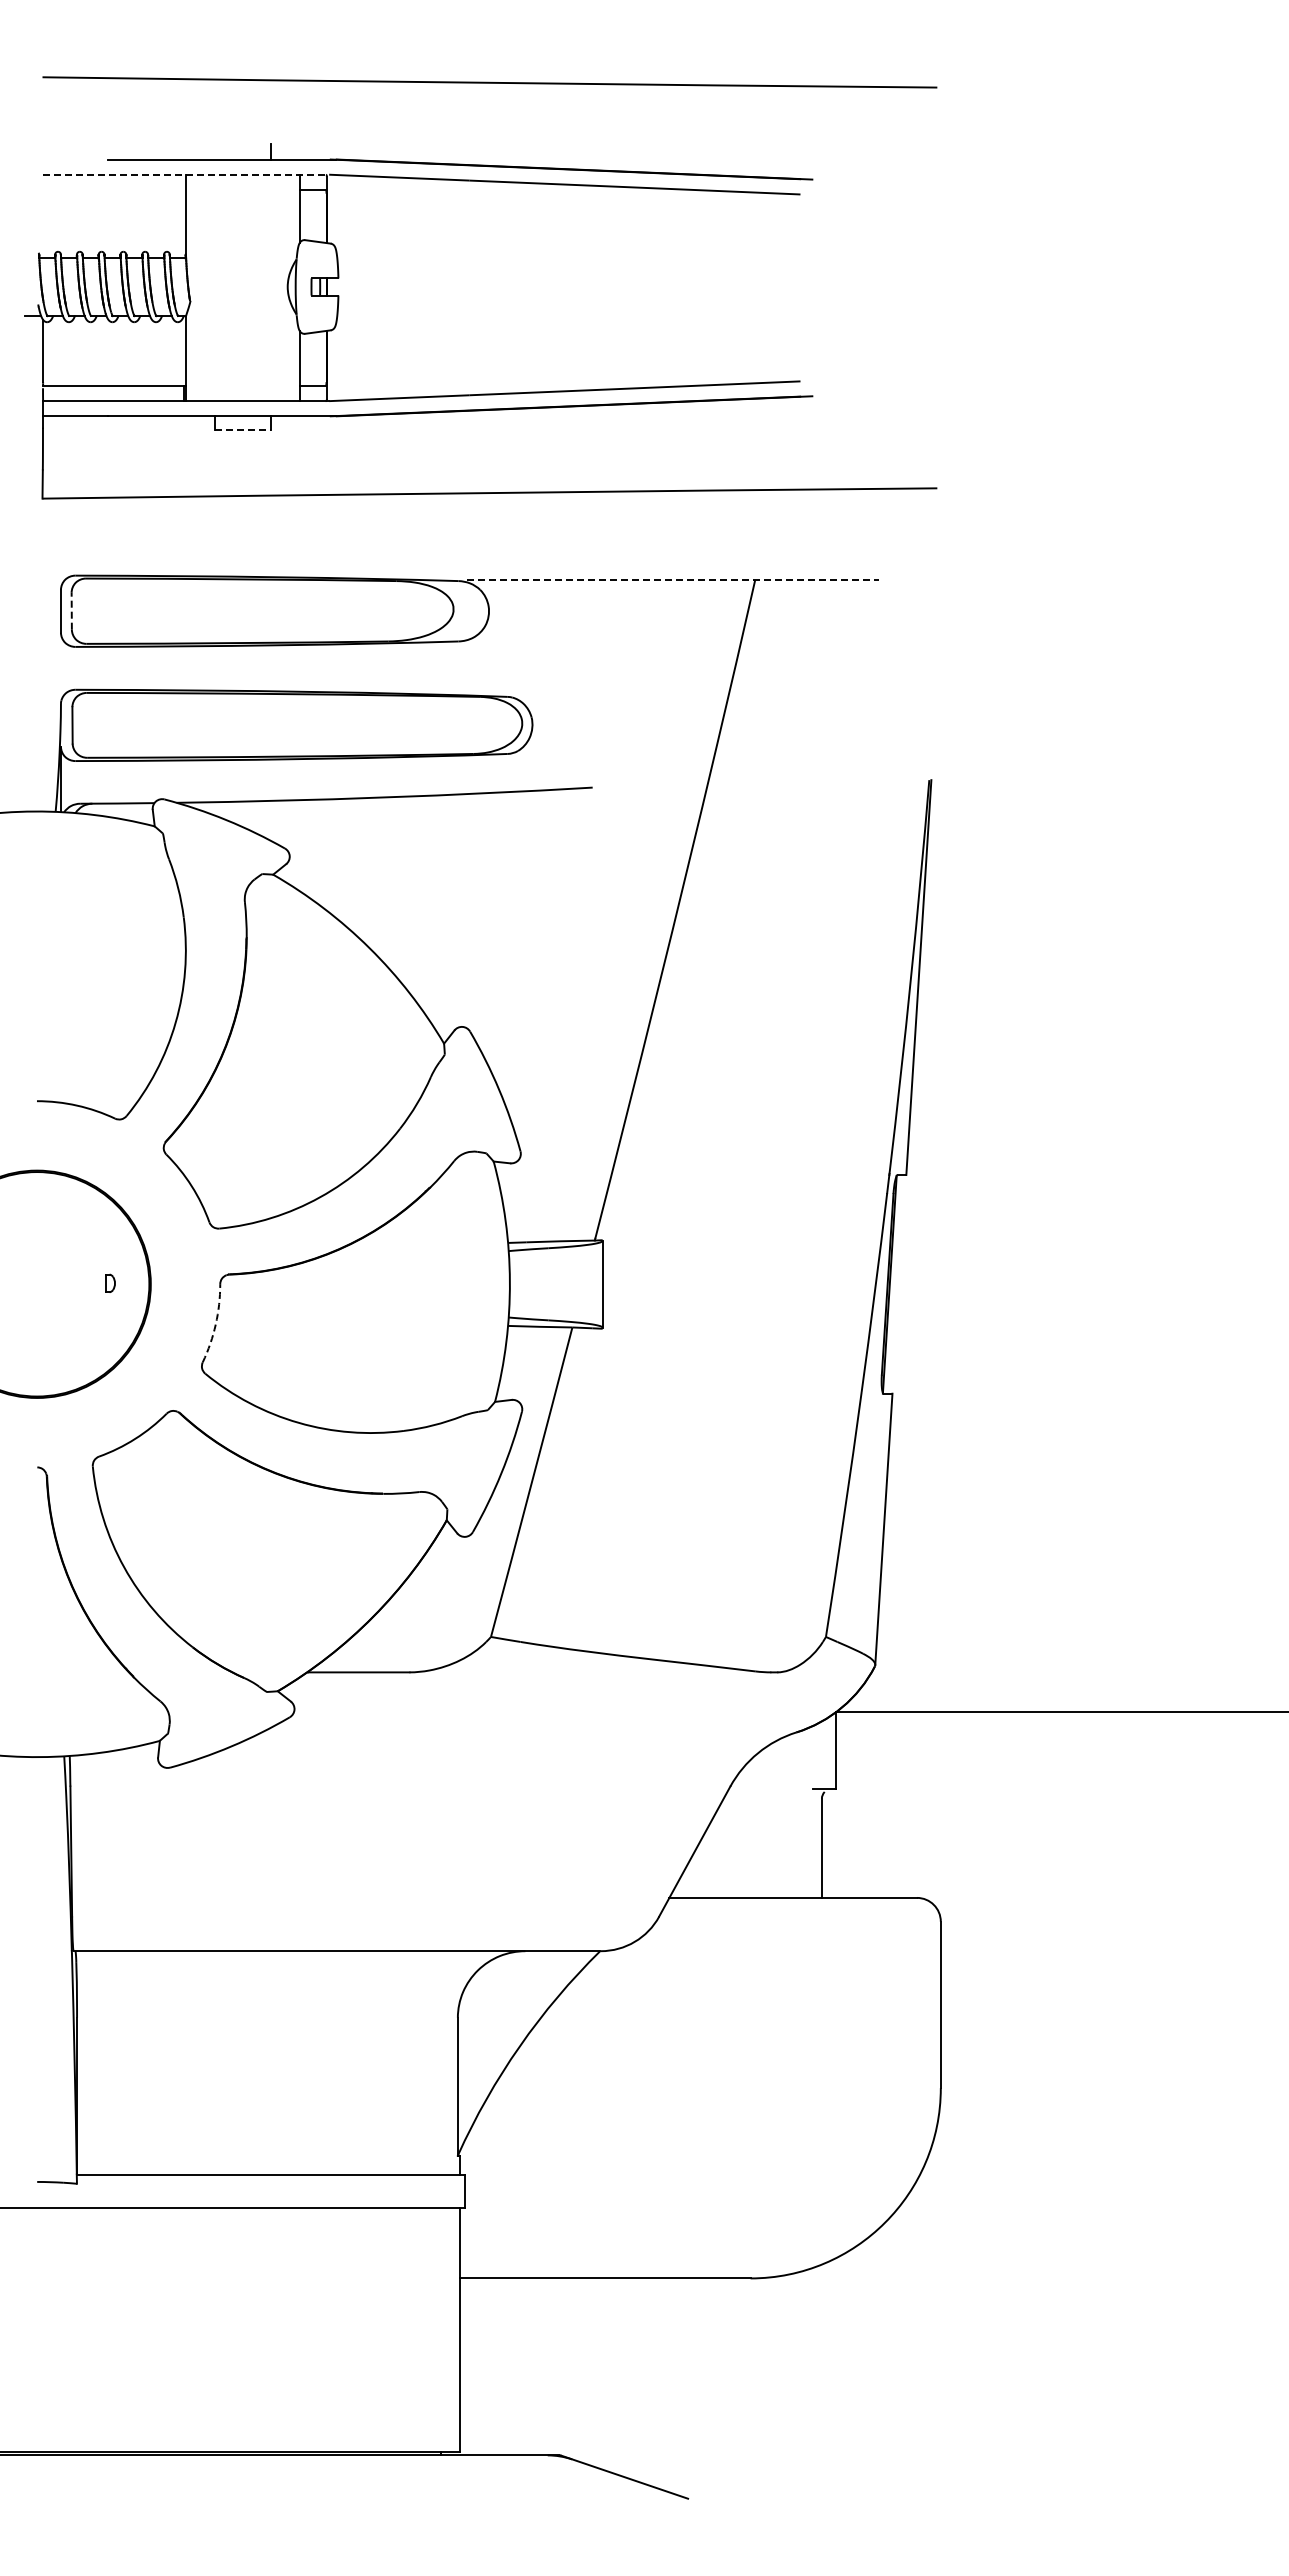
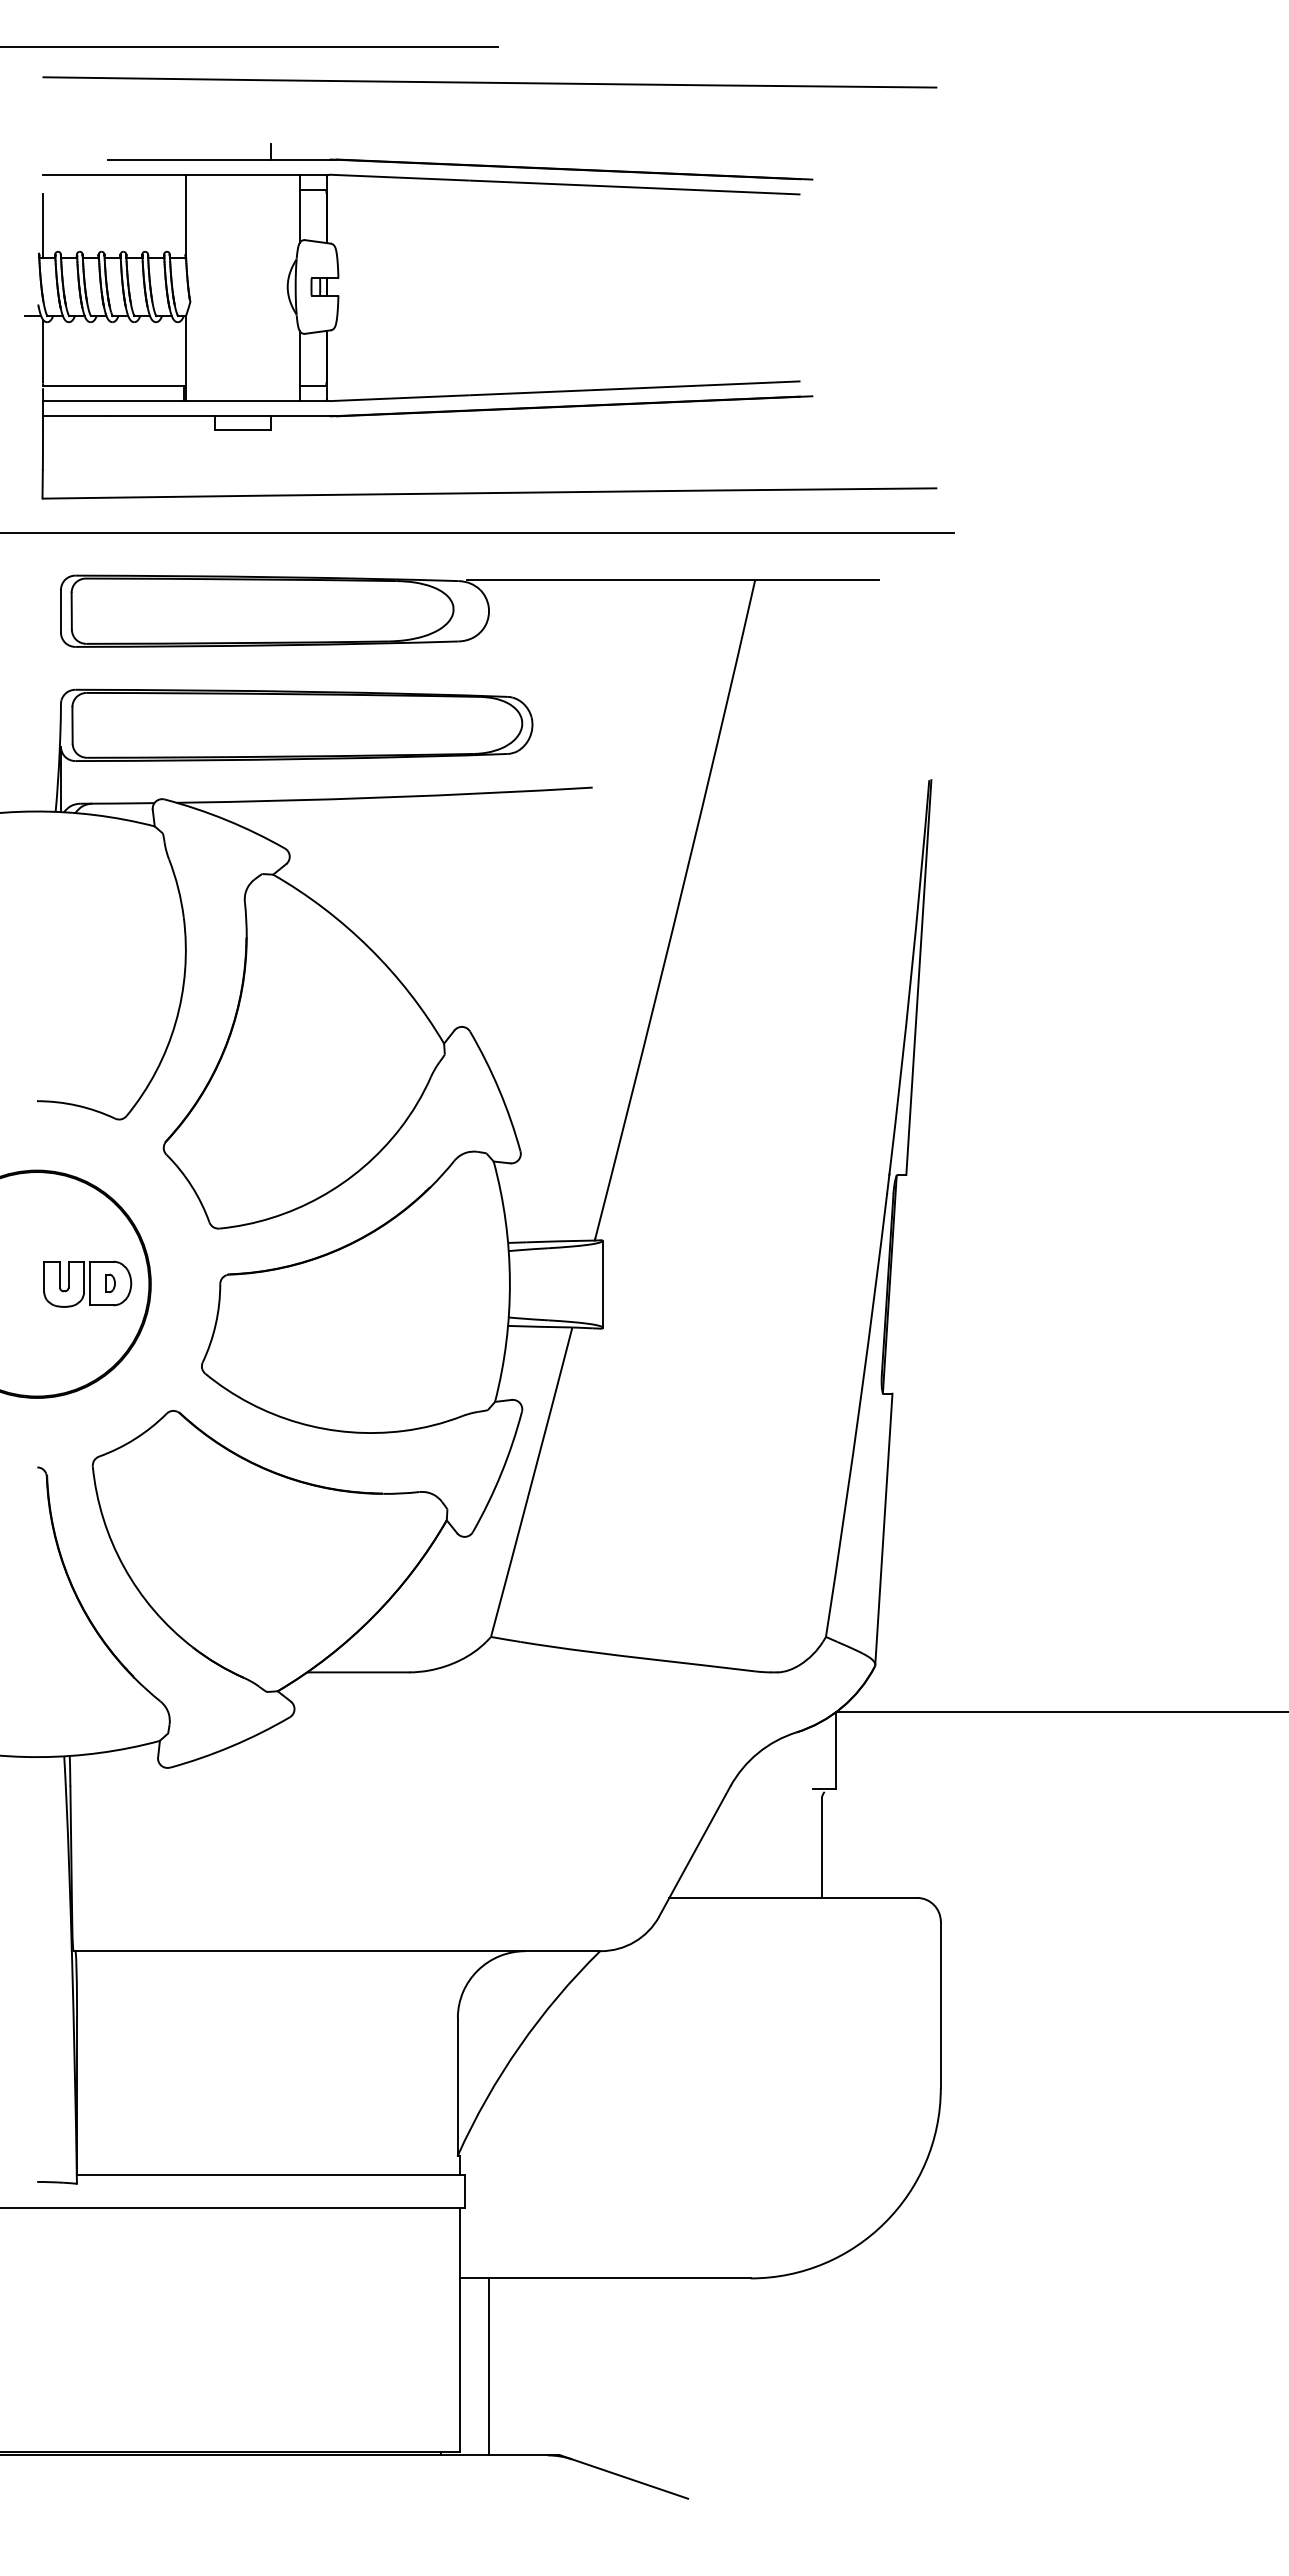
line at (250, 46): none -> present
line at (186, 174): dashed -> solid
line at (43, 225): none -> present
line at (242, 429): dashed -> solid
line at (477, 532): none -> present
line at (673, 580): dashed -> solid
line at (71, 610): dashed -> solid
part at (87, 1283): none -> present
arc at (215, 1324): dashed -> solid
line at (488, 2366): none -> present
